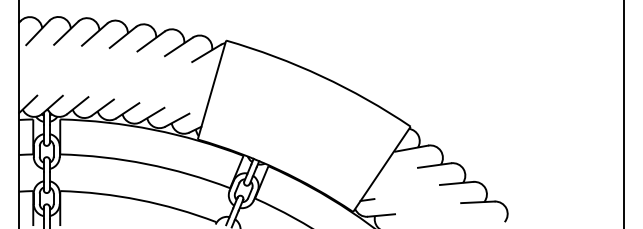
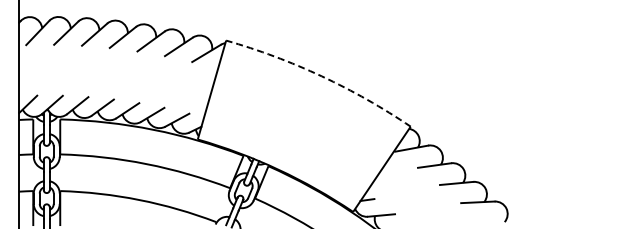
arc at (321, 76): solid -> dashed
line at (623, 113): present -> none
